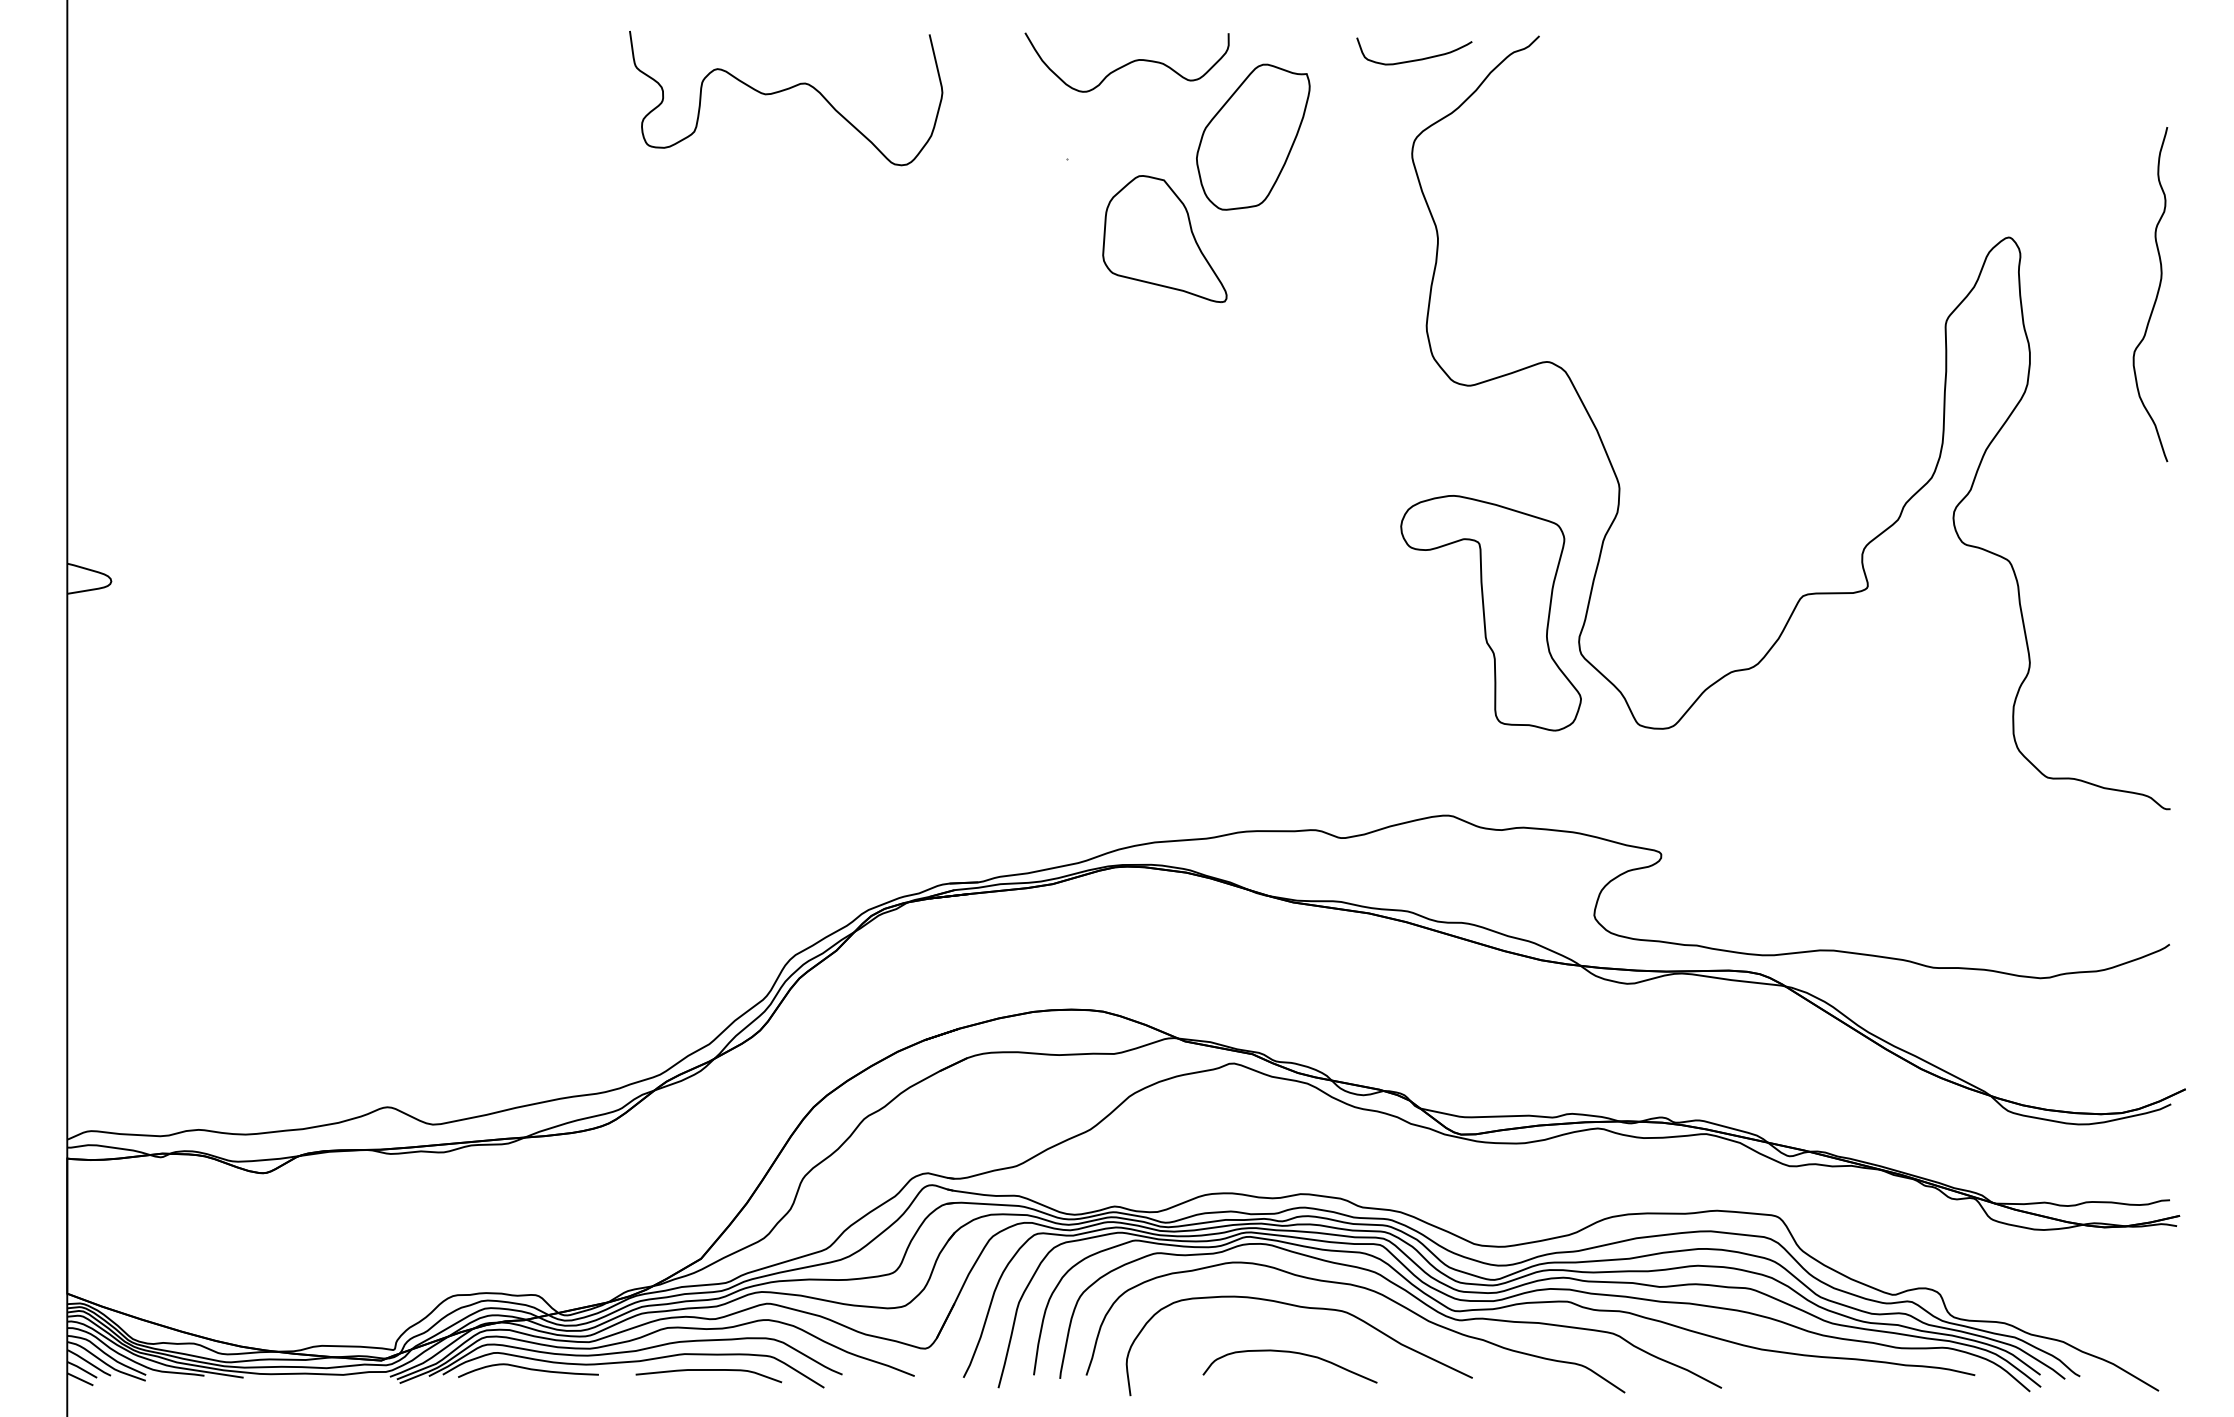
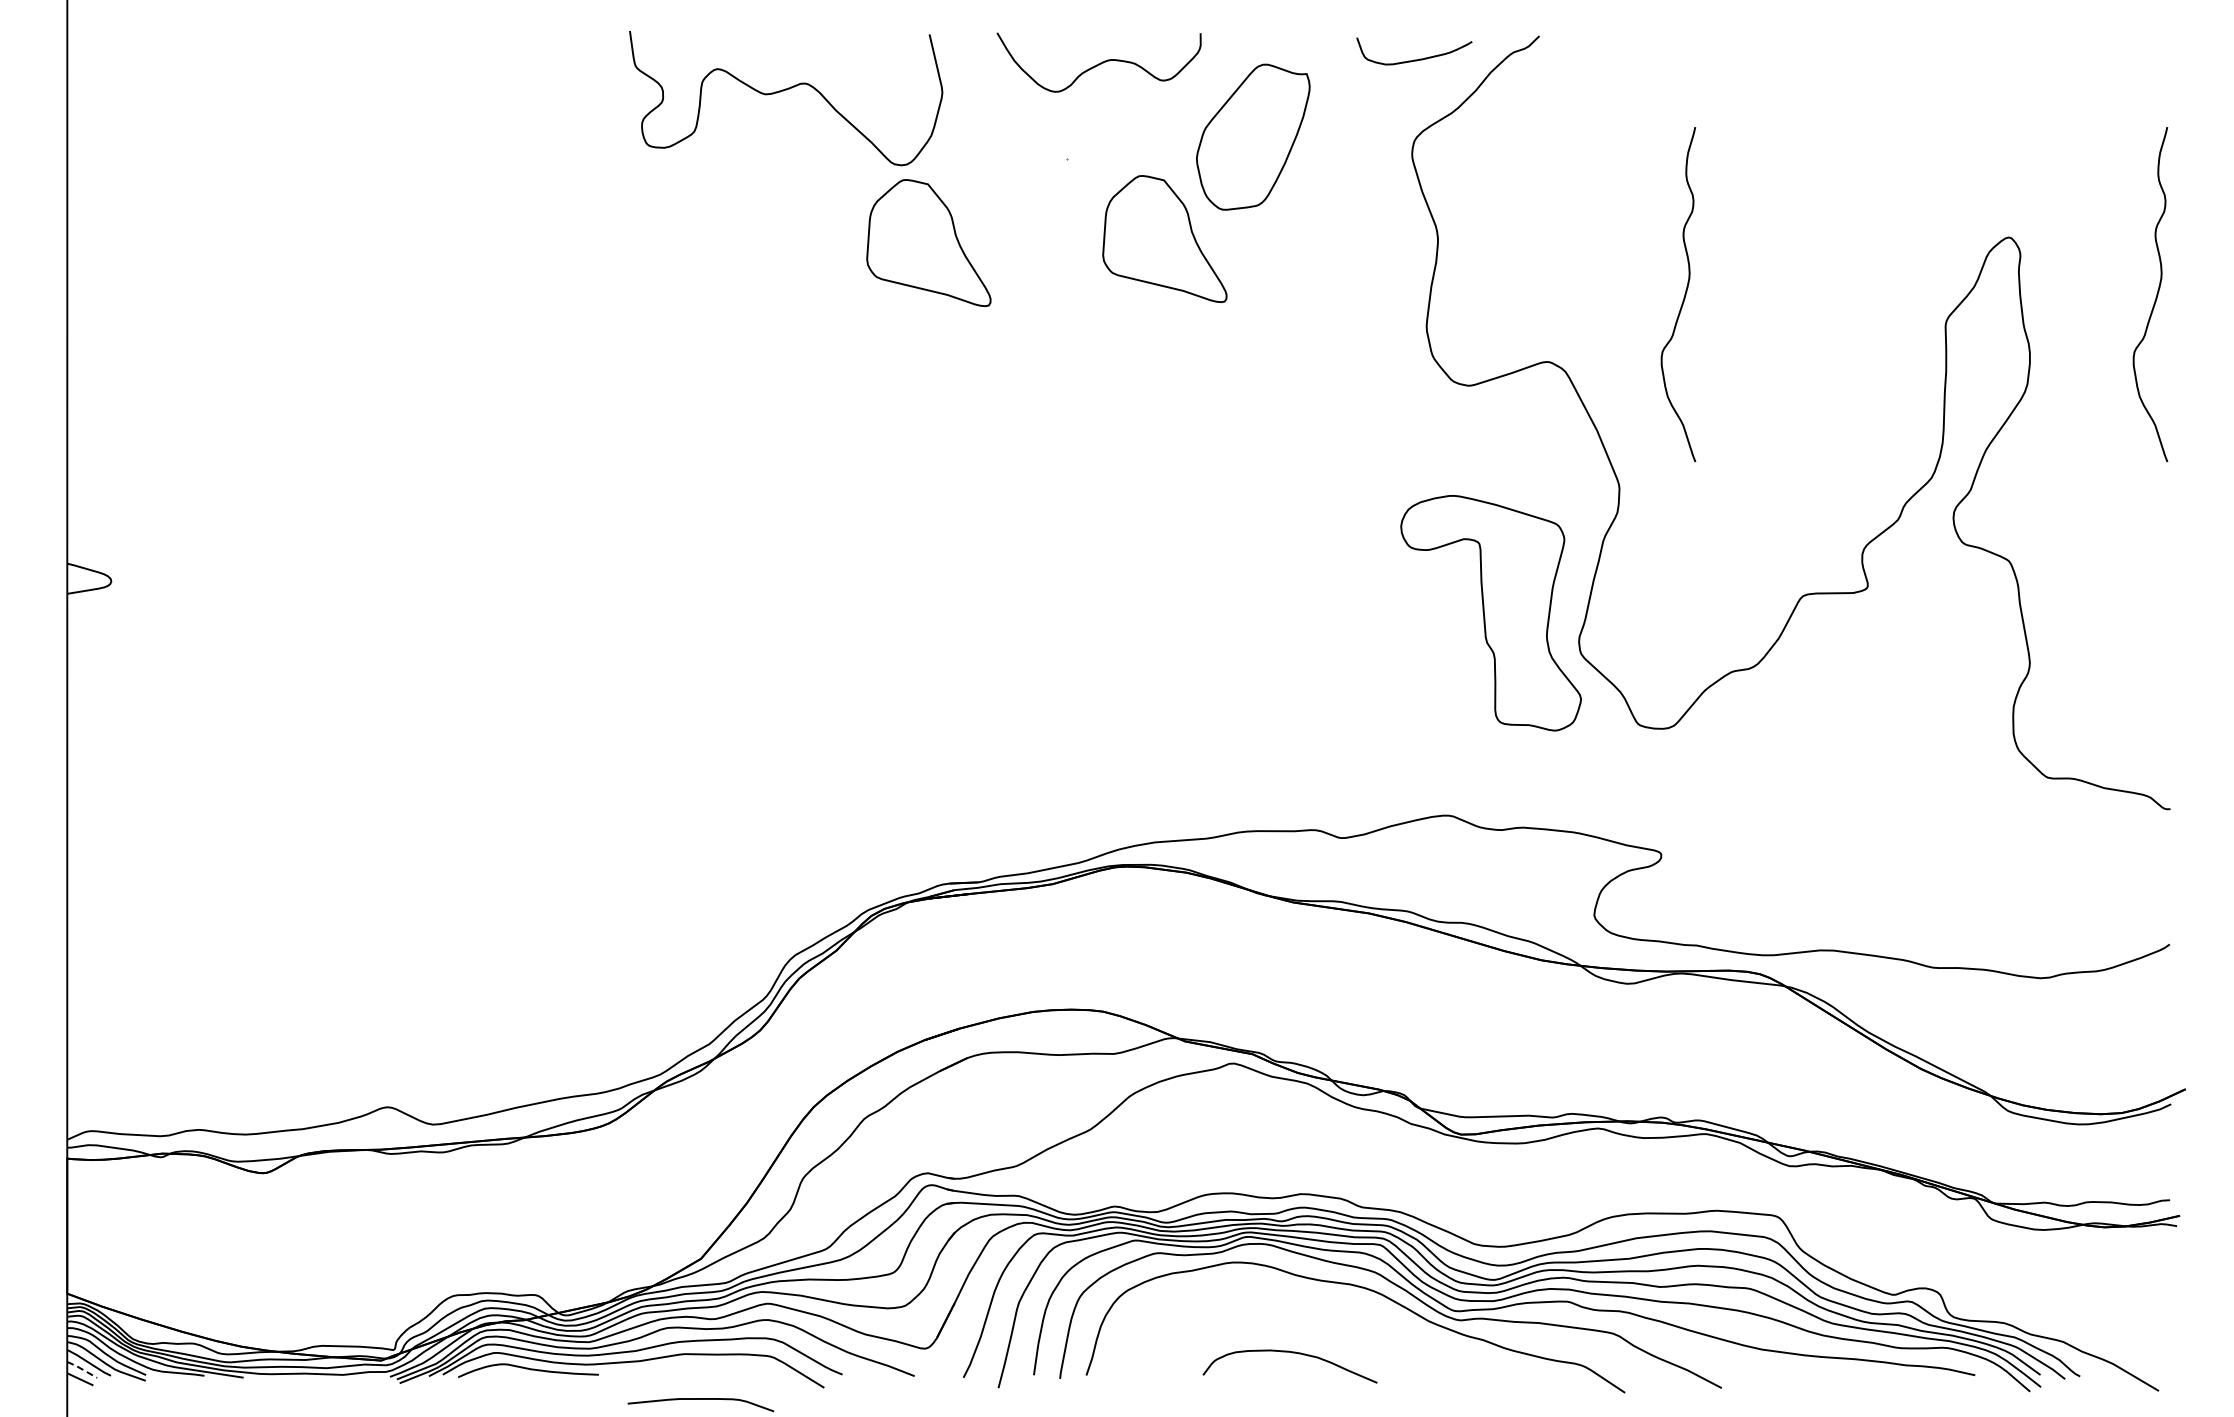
curve at (1126, 63) position: (1126, 63) -> (1098, 63)
part at (928, 243): none -> present
curve at (1683, 297): none -> present
curve at (1303, 1308): present -> none
line at (81, 1369): solid -> dashed
curve at (708, 1370) position: (708, 1370) -> (700, 1399)
